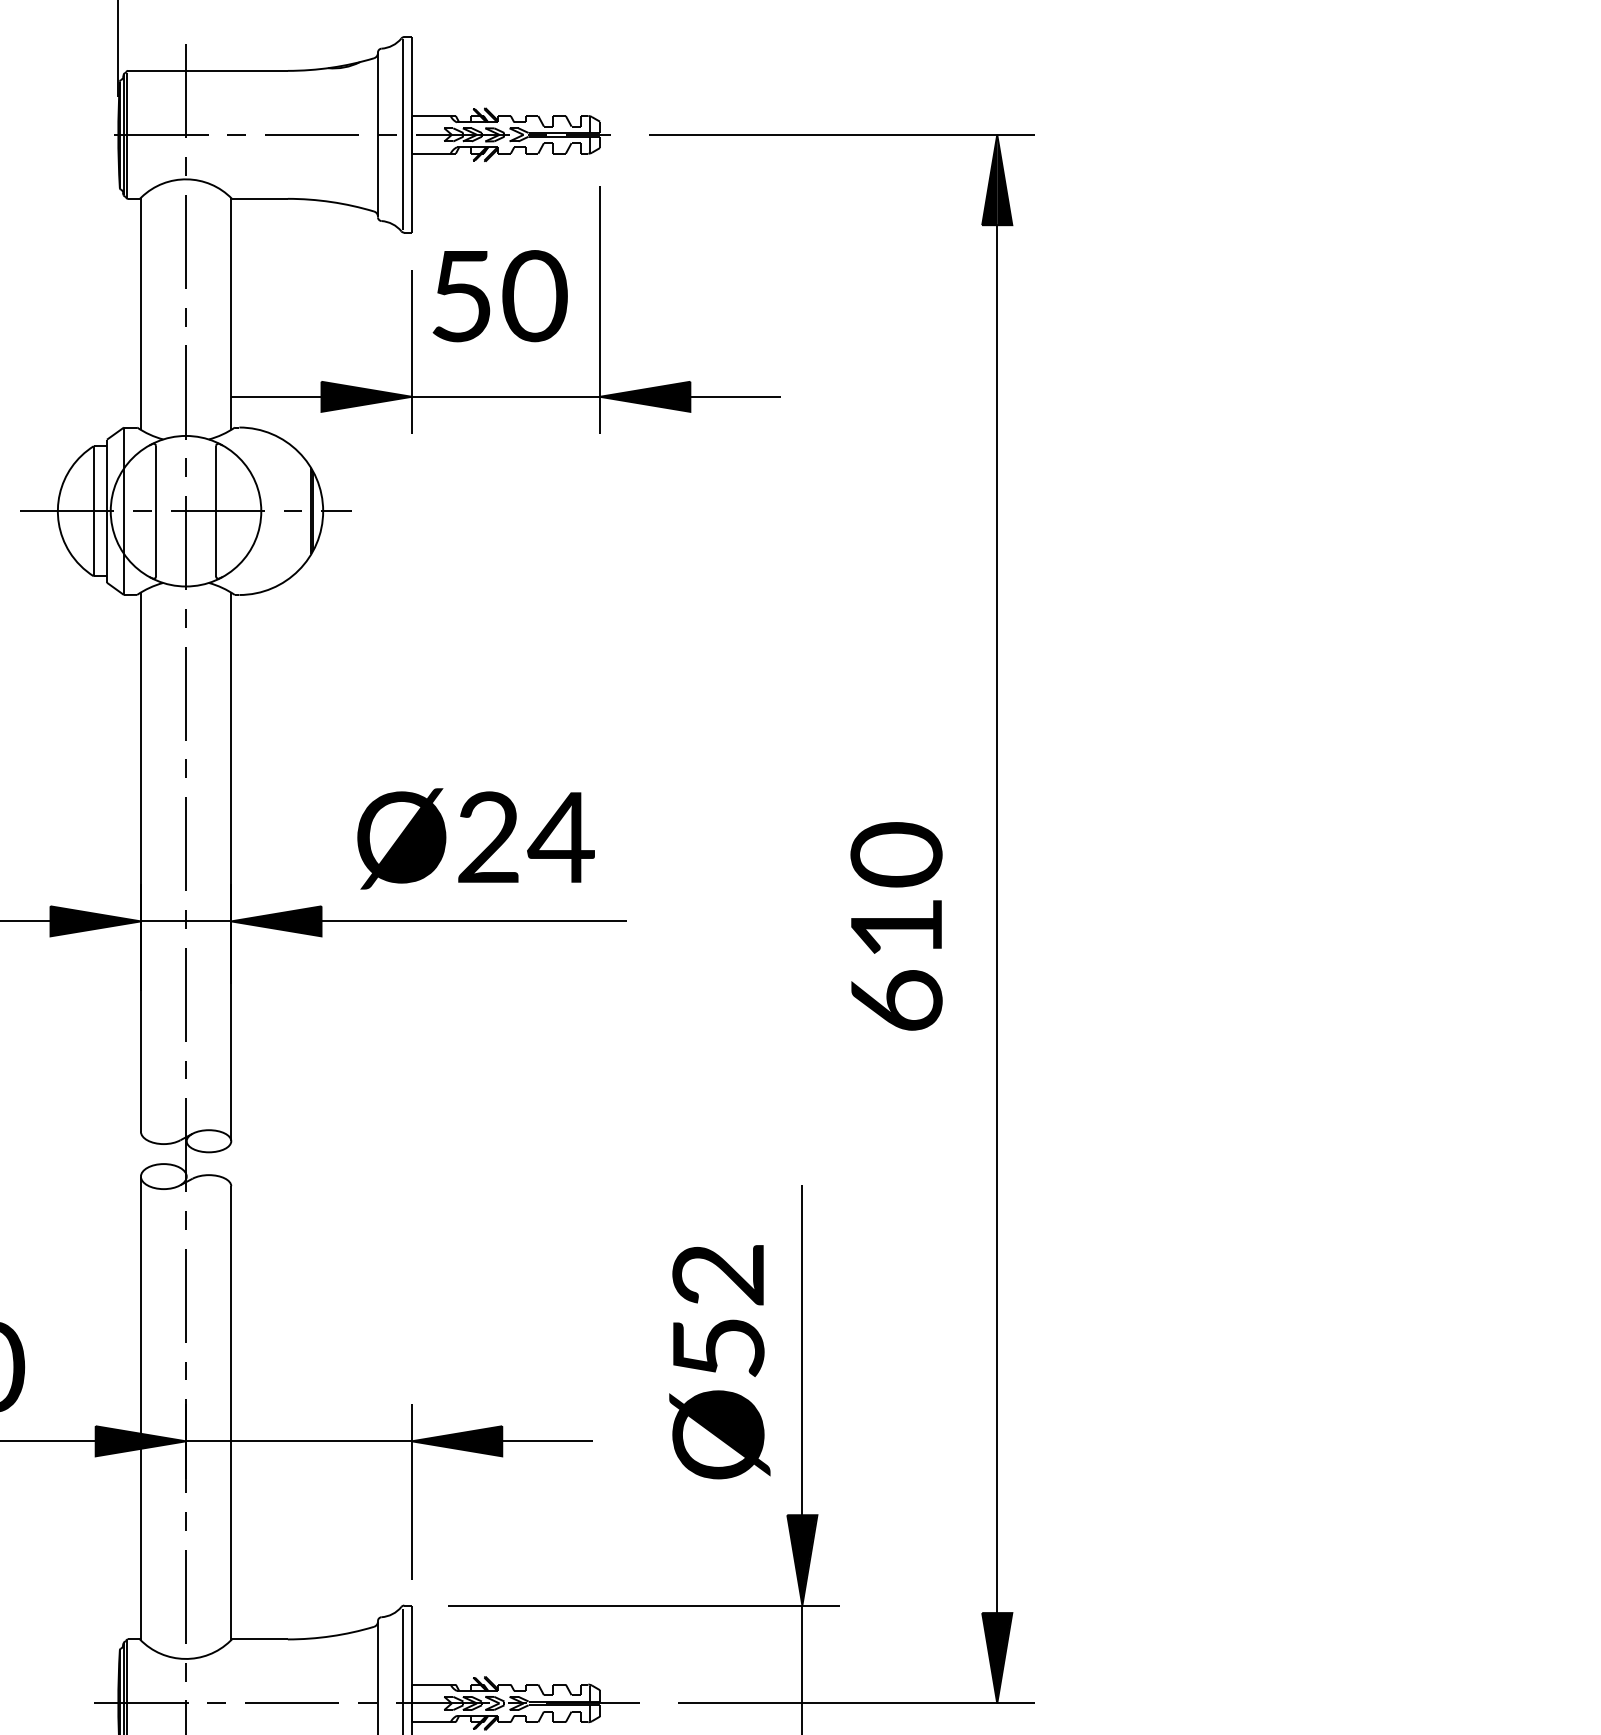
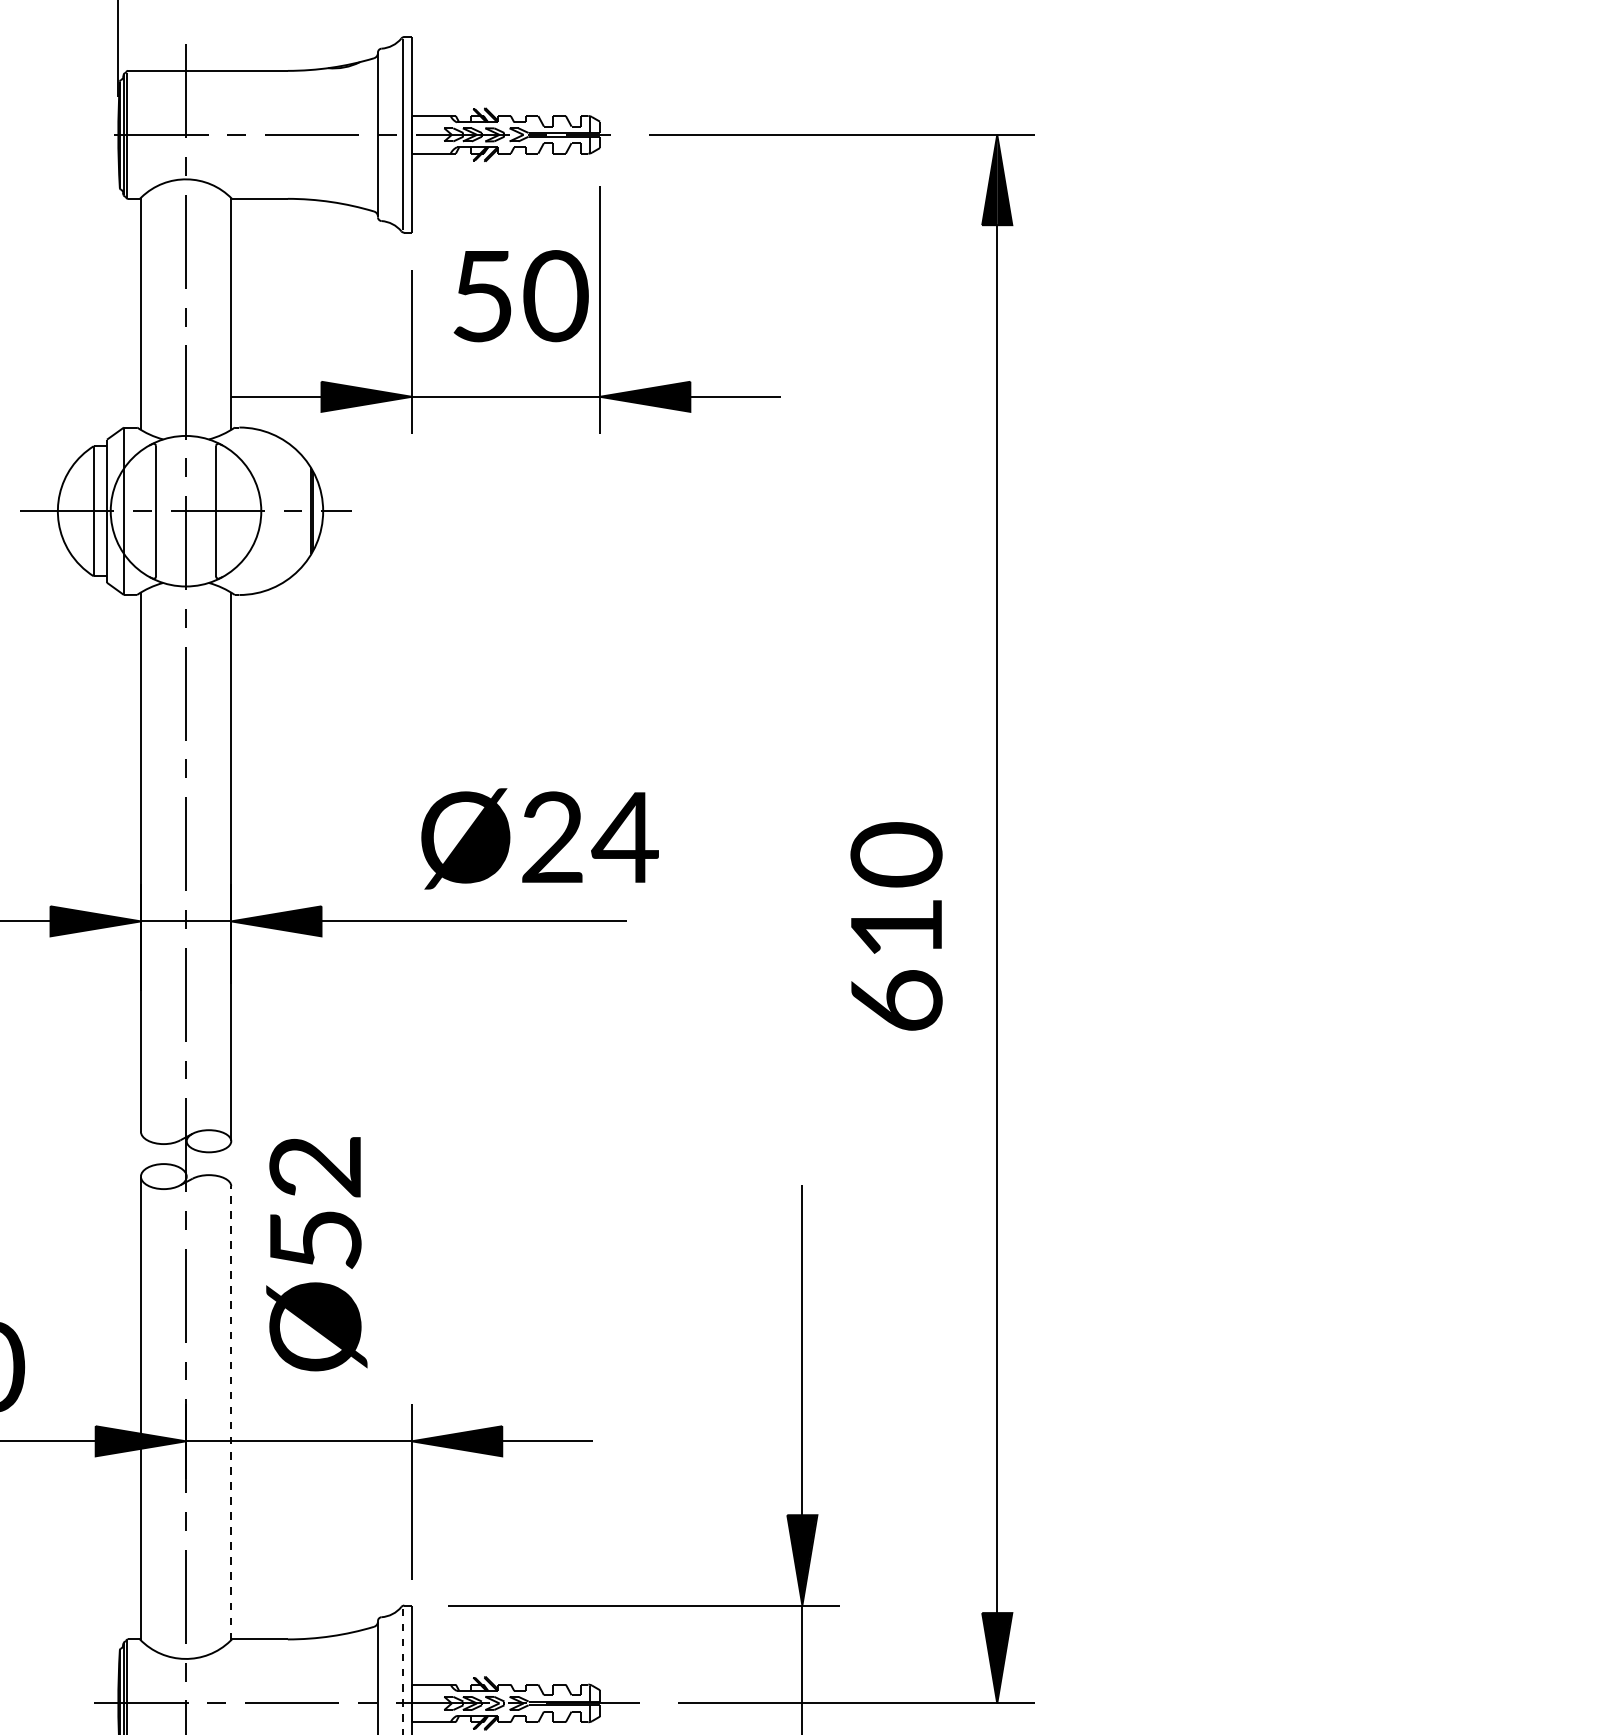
text at (499, 296) position: (499, 296) -> (520, 296)
text at (475, 838) position: (475, 838) -> (539, 838)
text at (719, 1362) position: (719, 1362) -> (316, 1254)
line at (231, 1413): solid -> dashed
line at (402, 1671): solid -> dashed
